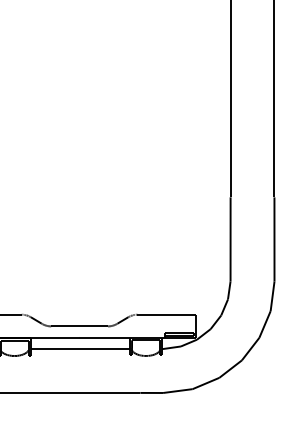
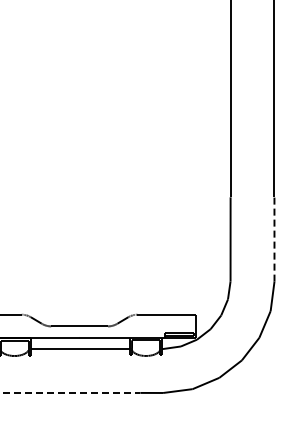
line at (274, 238): solid -> dashed
line at (70, 392): solid -> dashed
